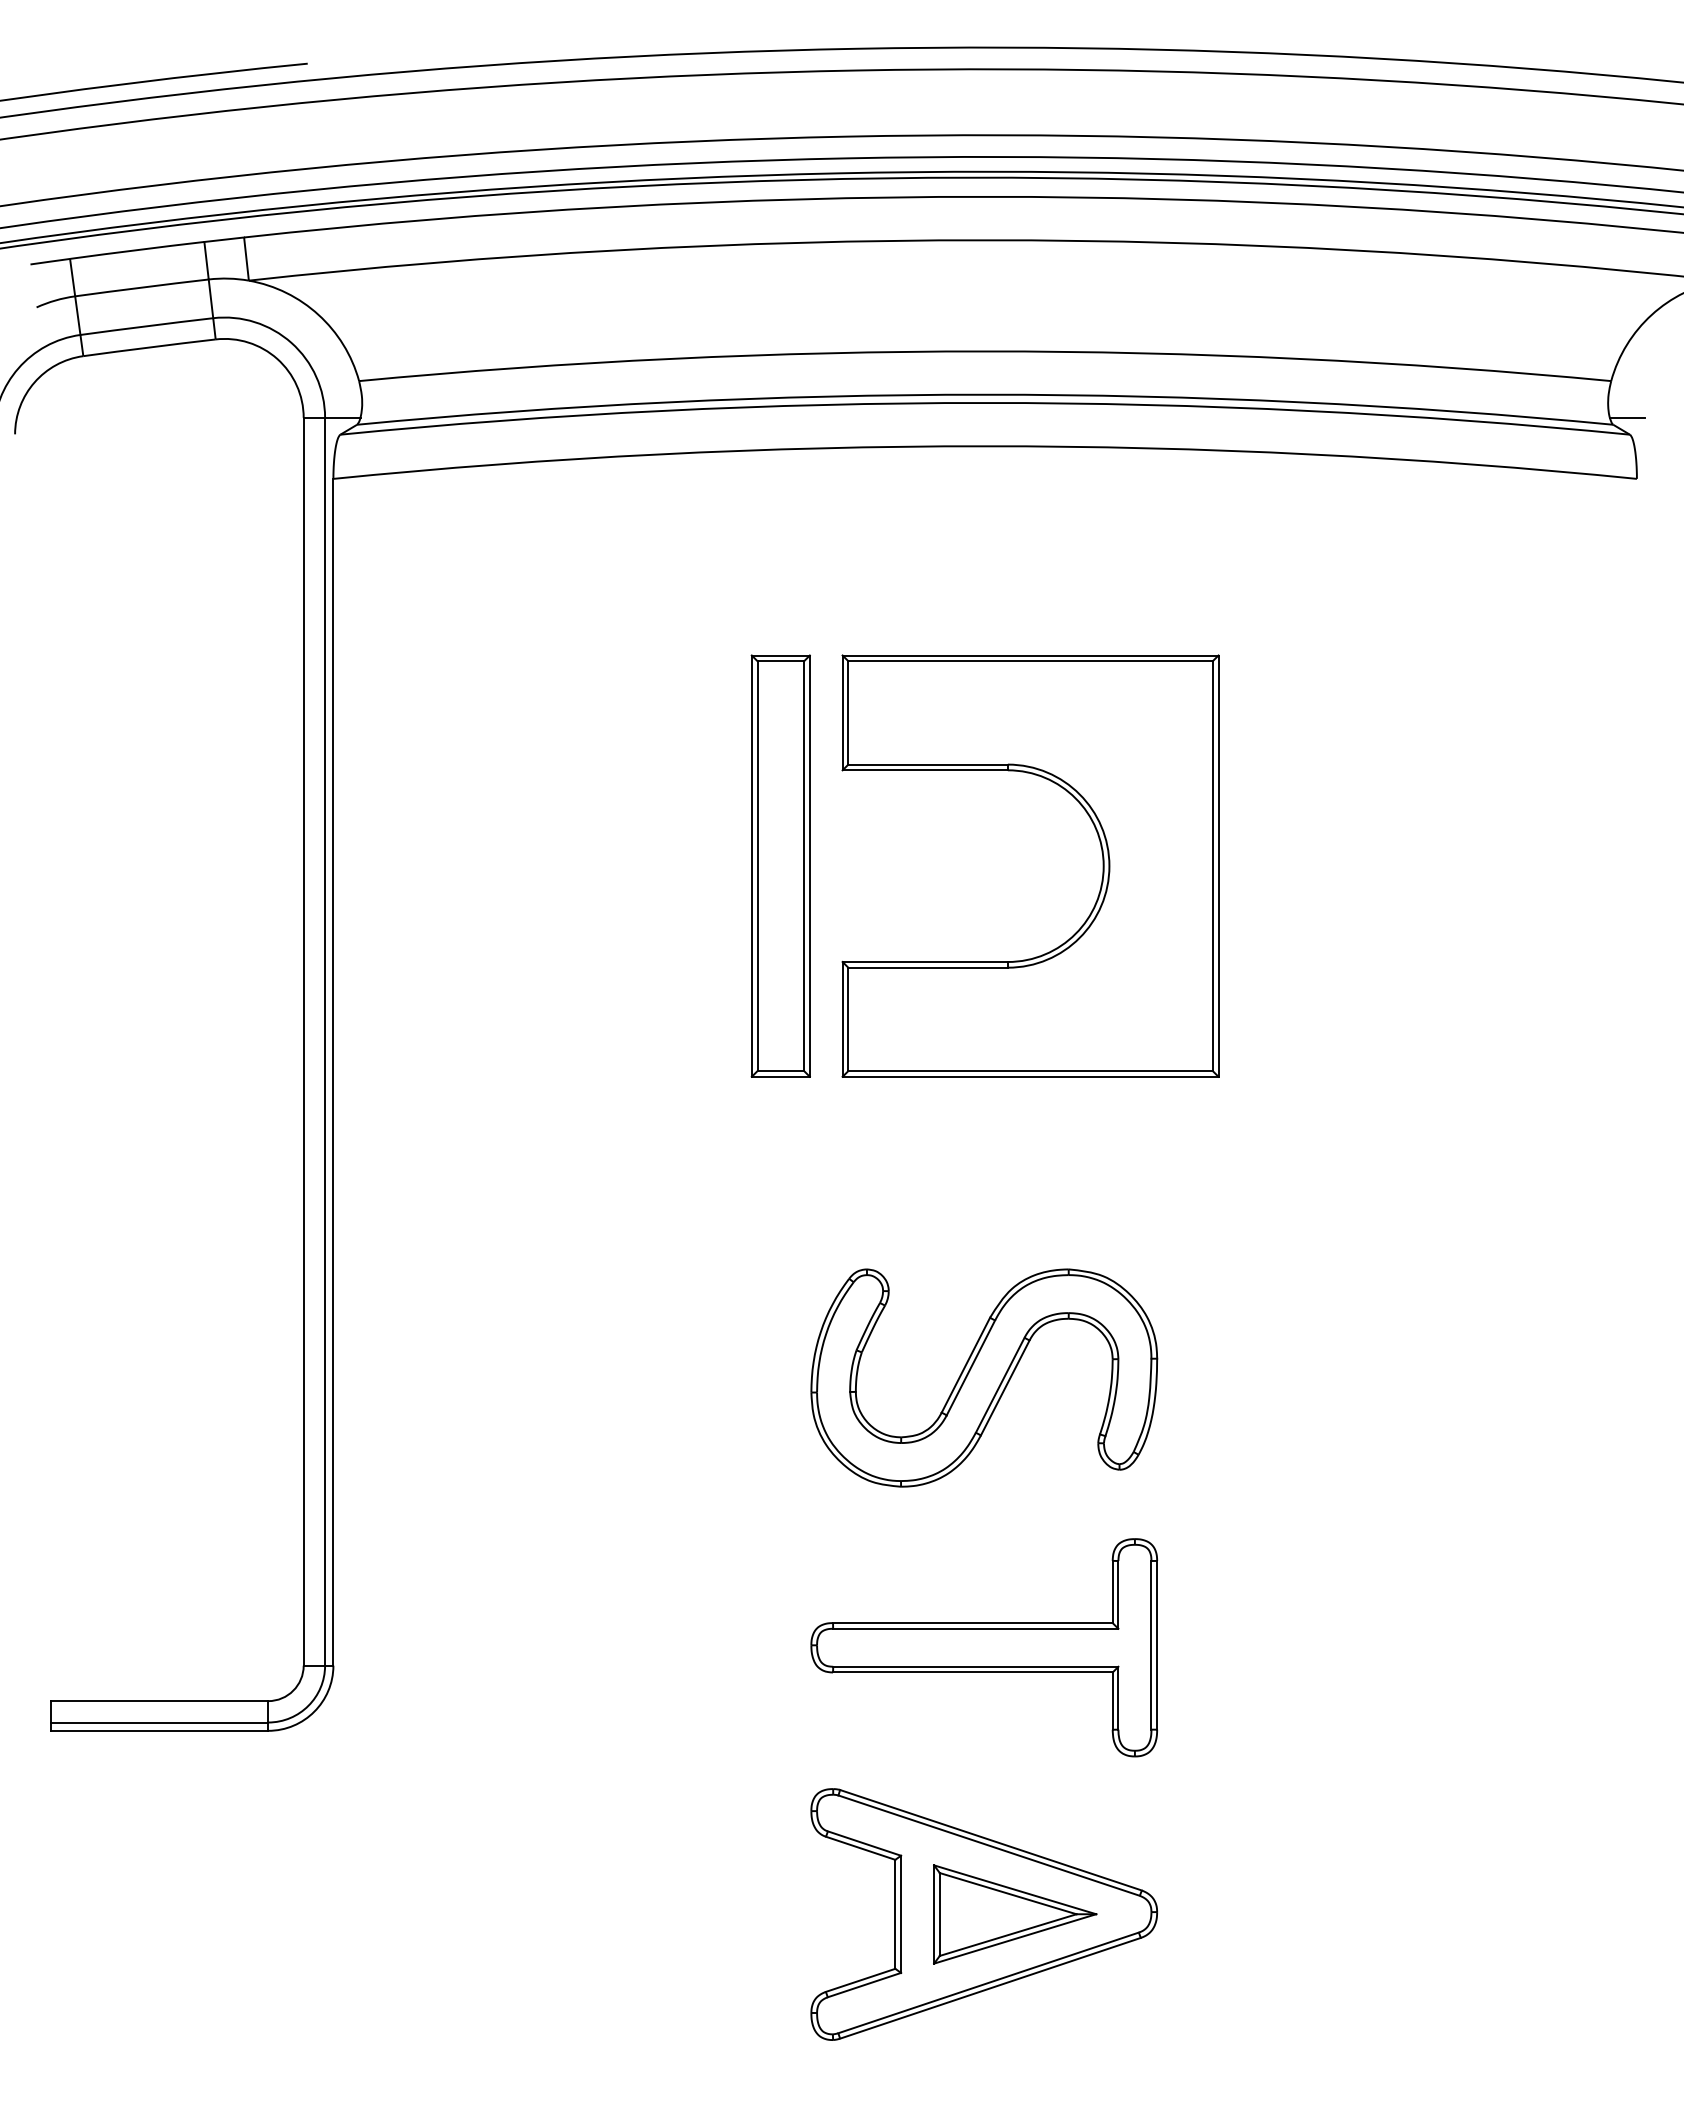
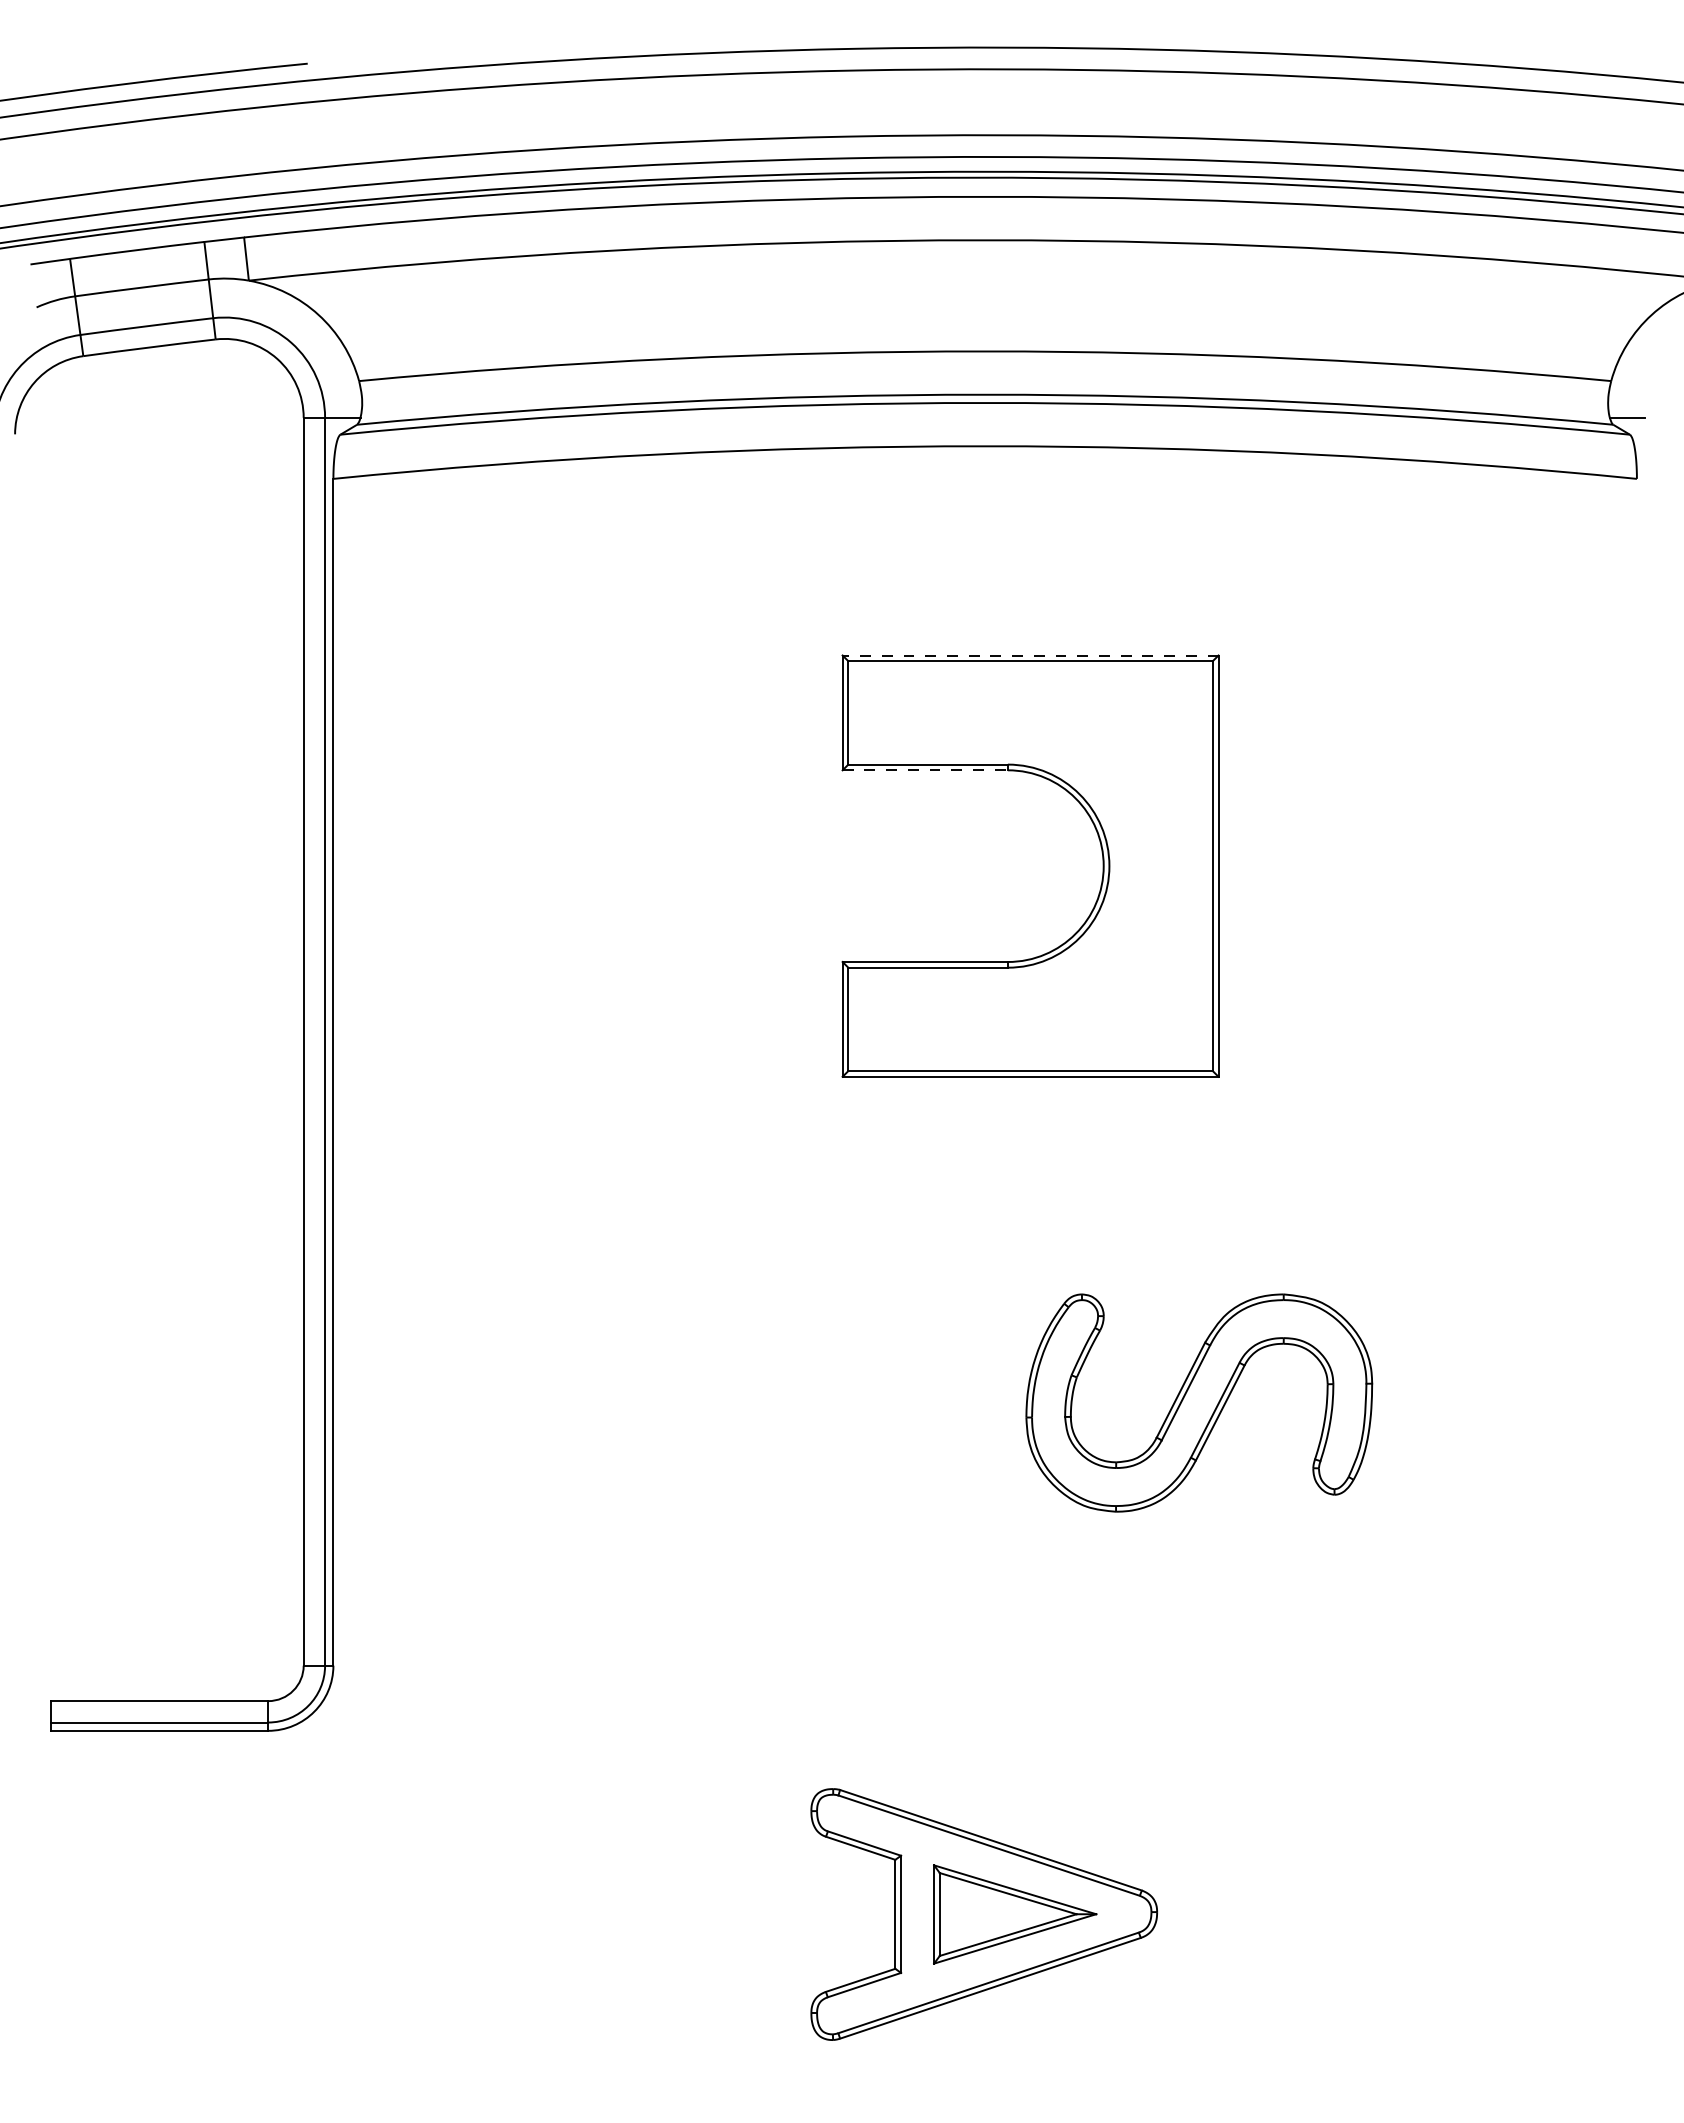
line at (1030, 655): solid -> dashed
line at (925, 770): solid -> dashed
part at (780, 865): present -> none
part at (984, 1377) position: (984, 1377) -> (1199, 1402)
part at (983, 1647): present -> none
